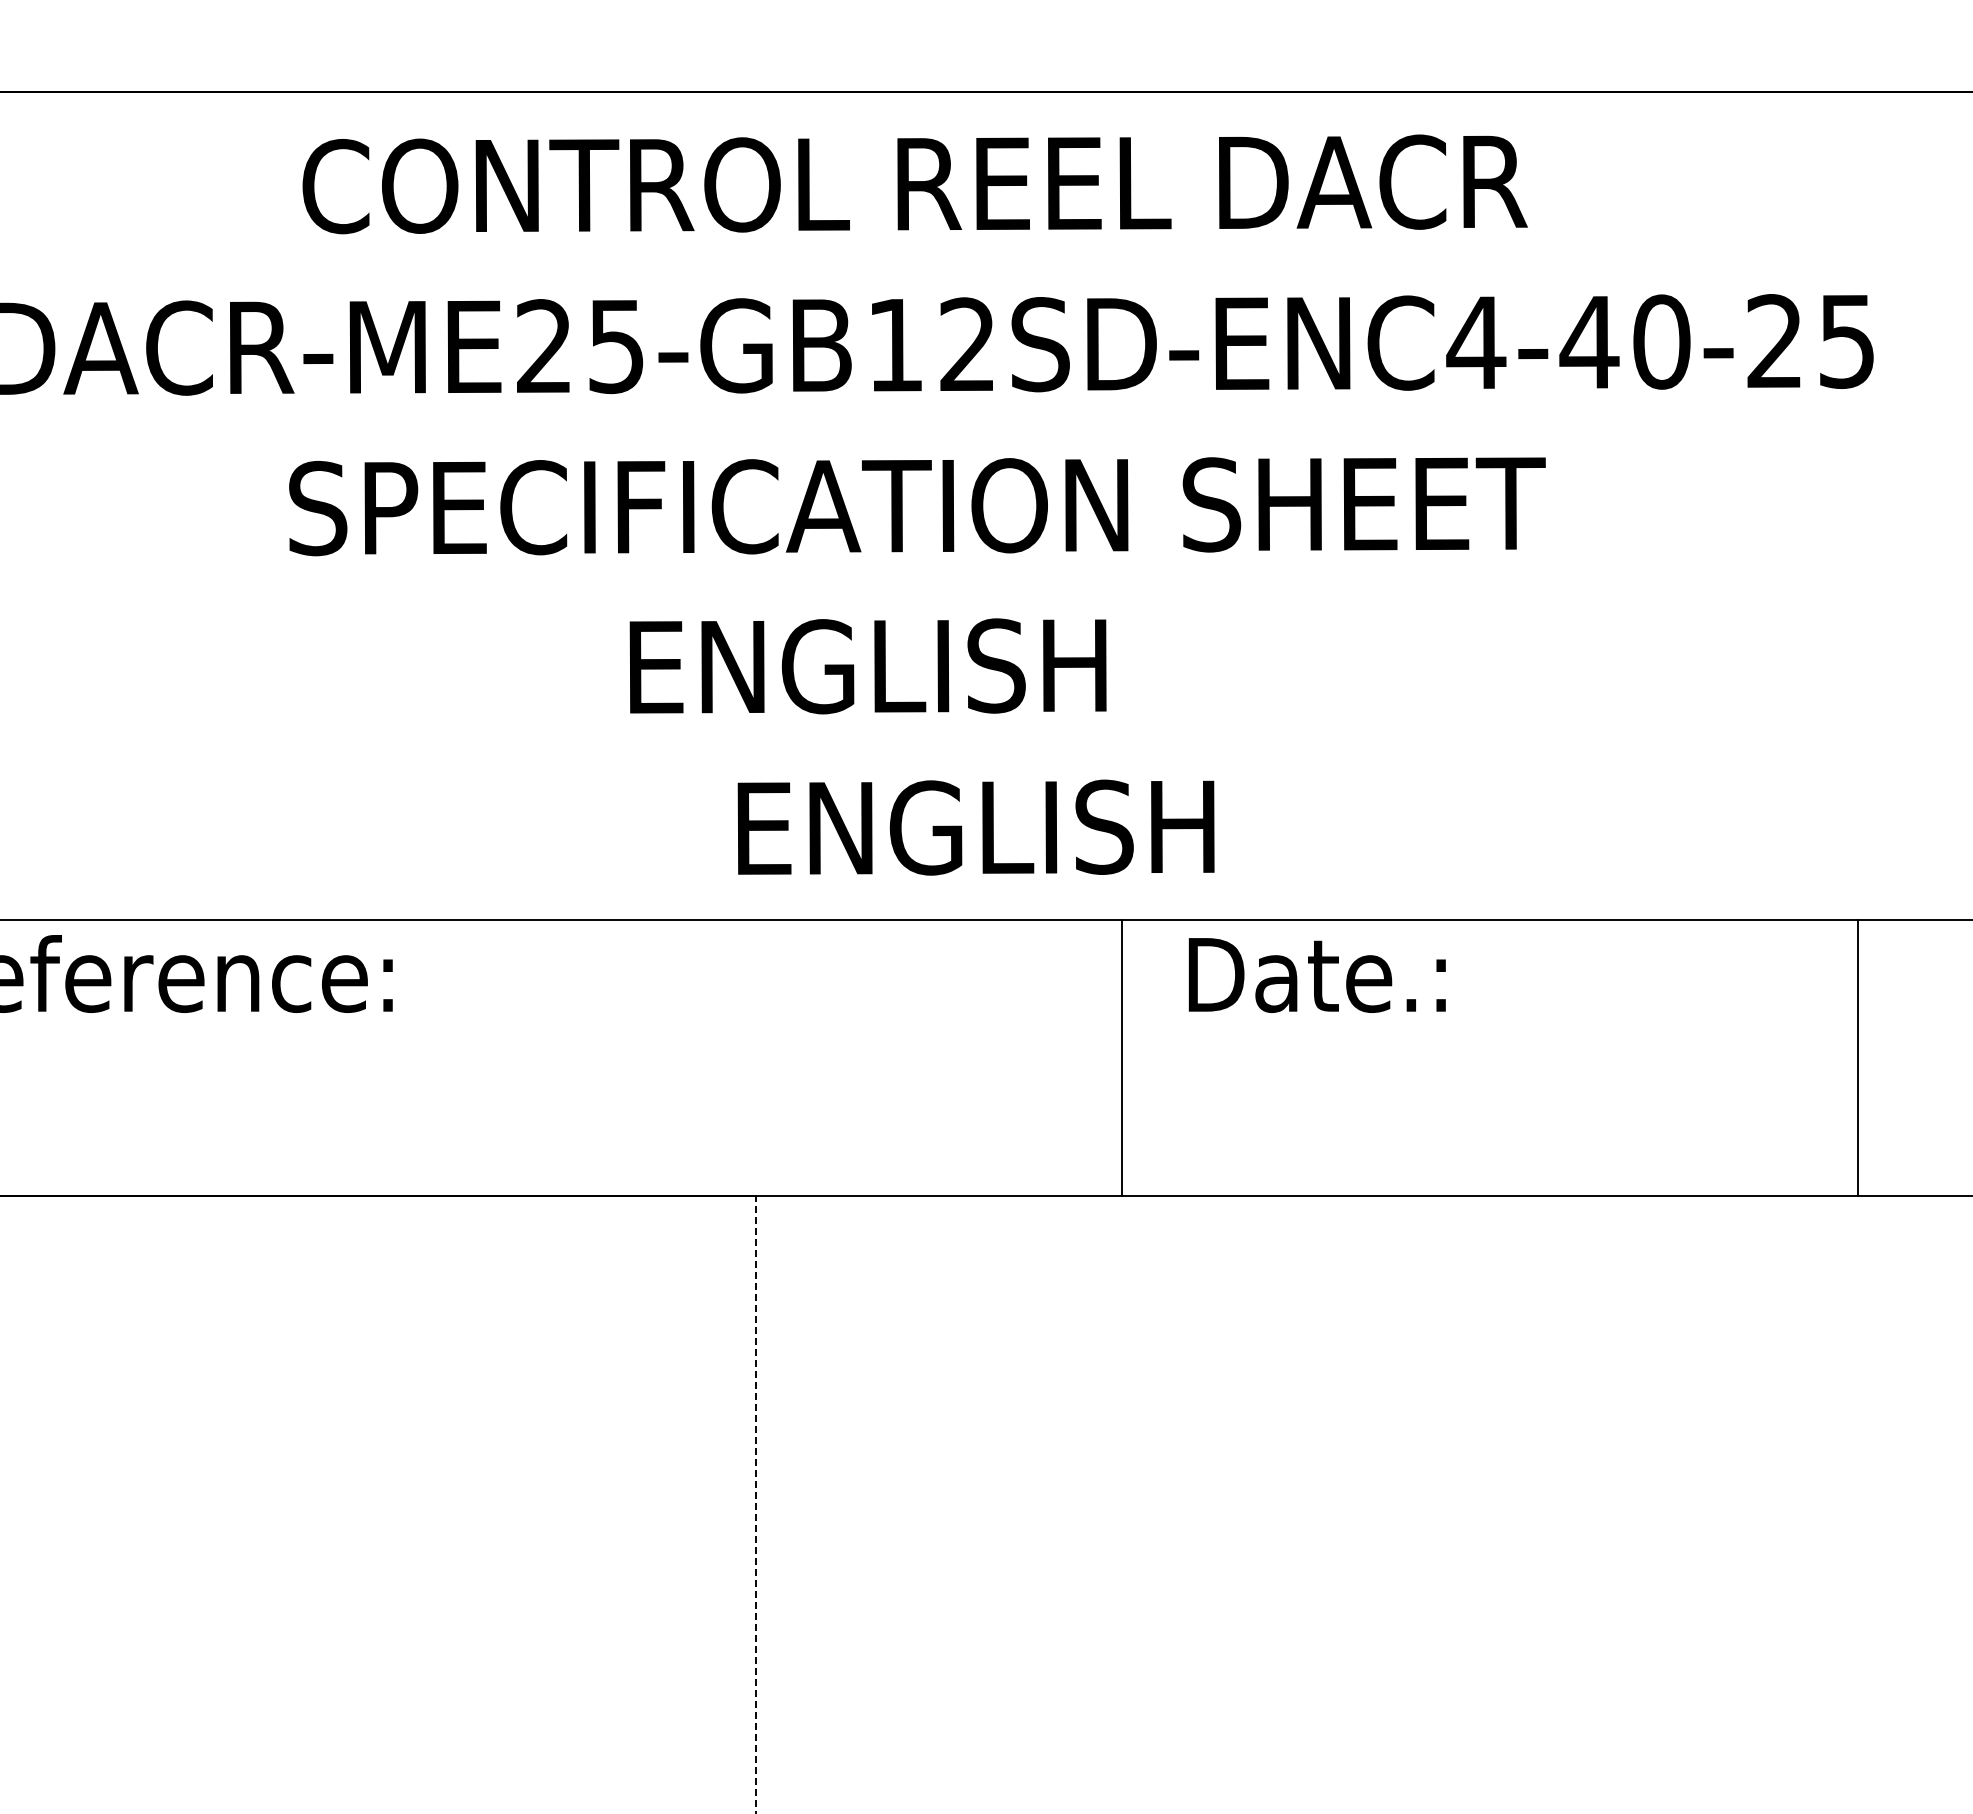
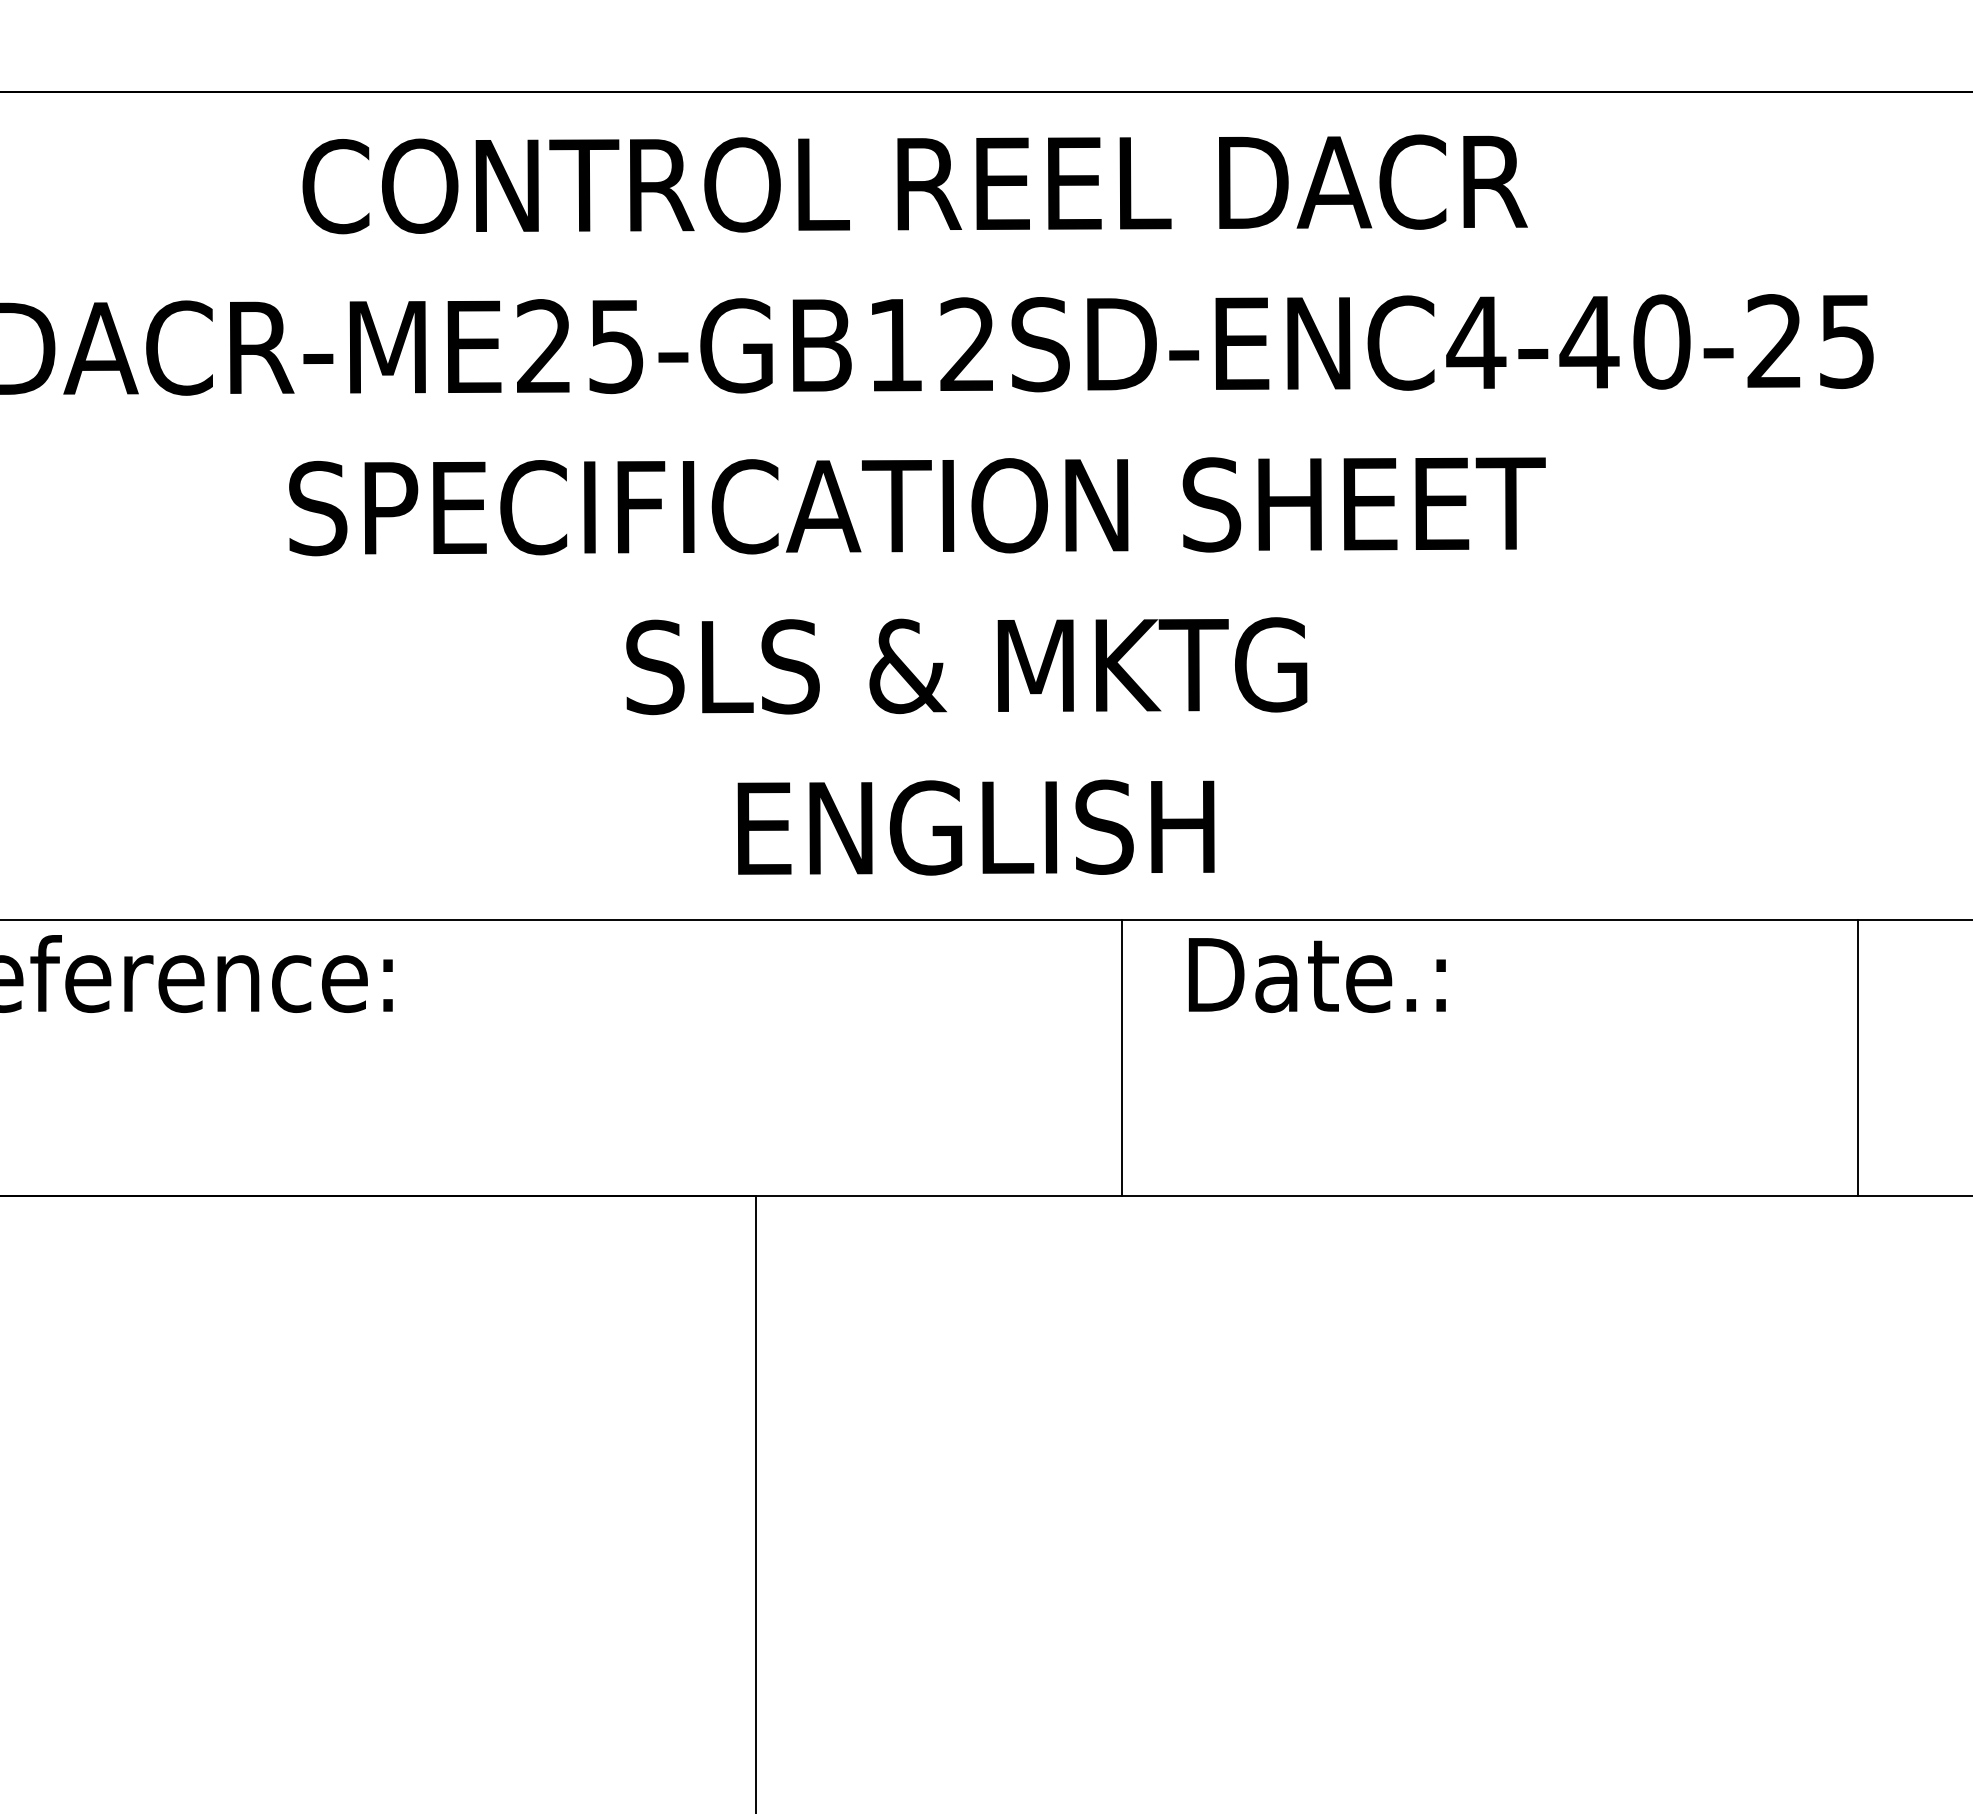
text at (966, 666): ENGLISH -> SLS & MKTG
line at (755, 1504): dashed -> solid
